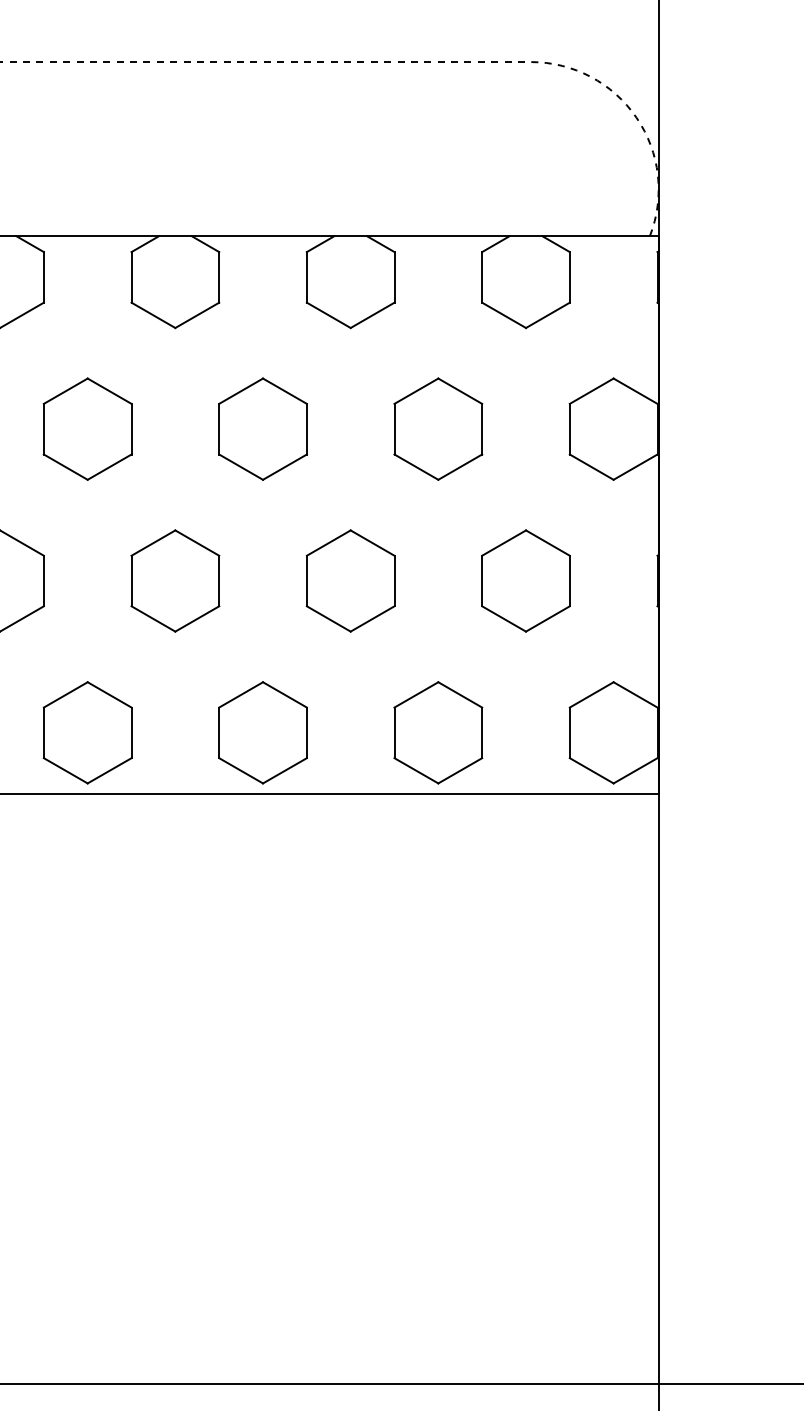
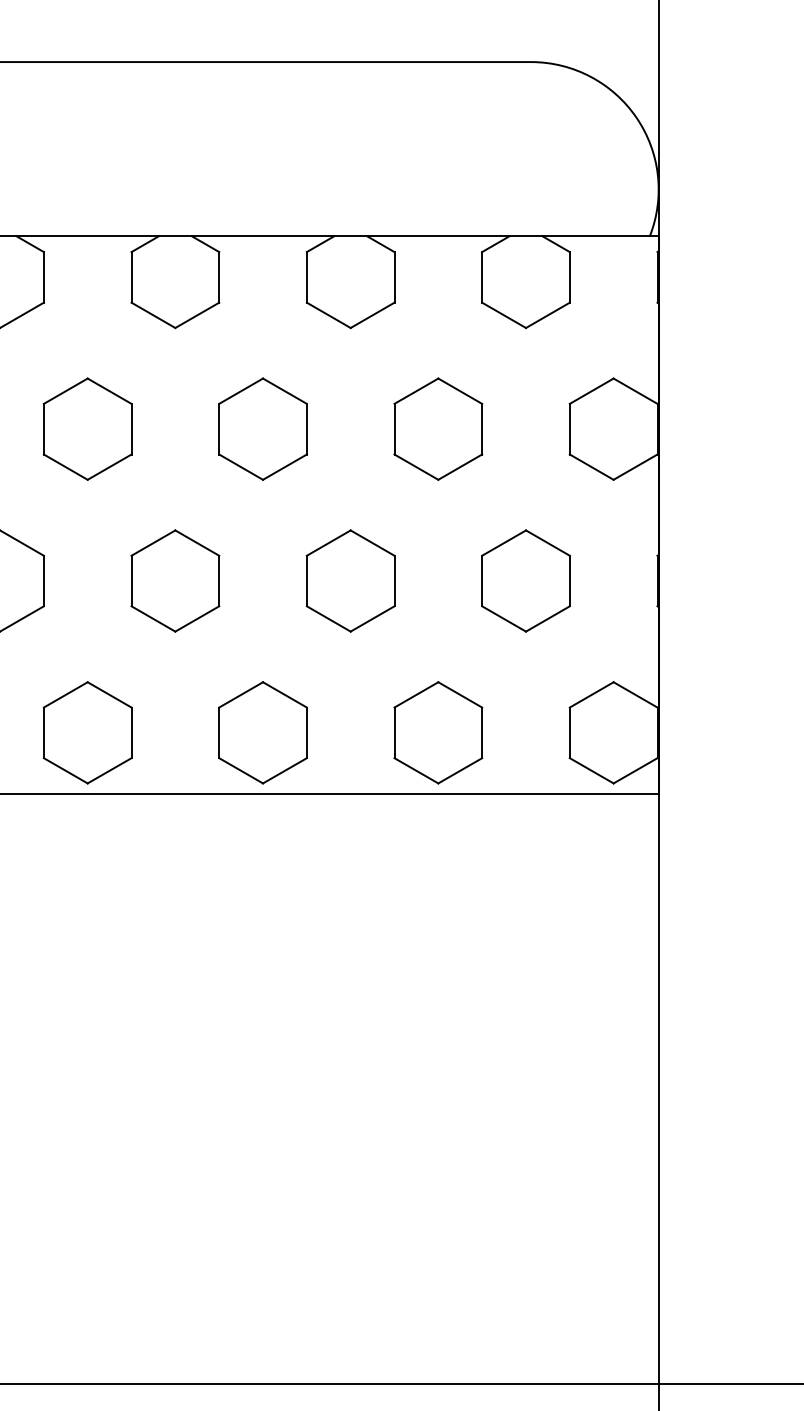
line at (403, 62): dashed -> solid
